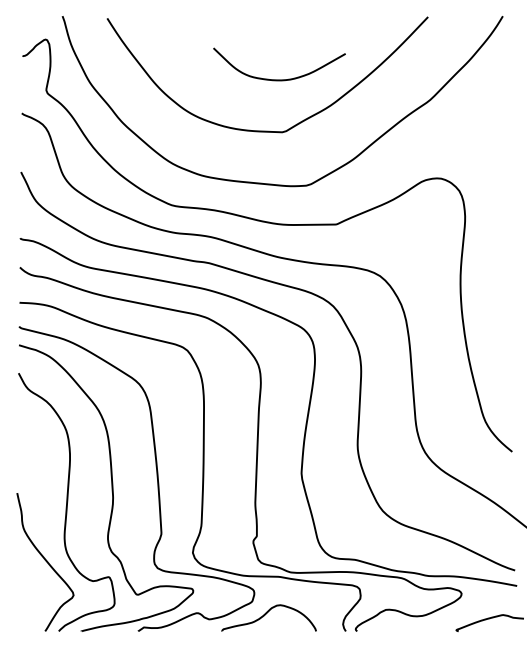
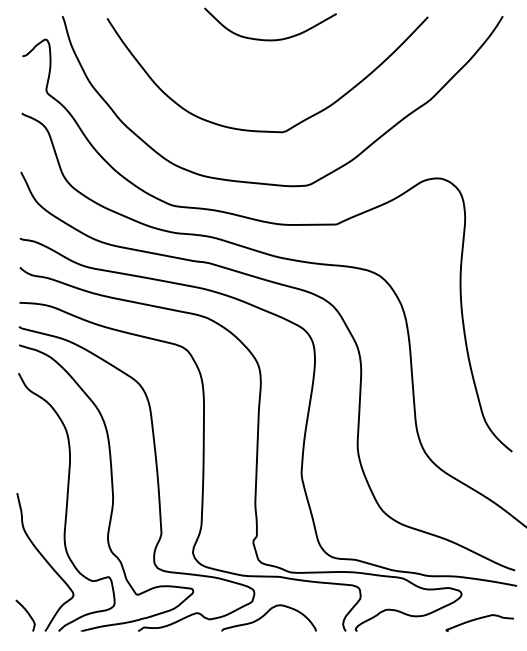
curve at (279, 79) position: (279, 79) -> (270, 39)
curve at (27, 613): none -> present
curve at (489, 619) position: (489, 619) -> (479, 619)
